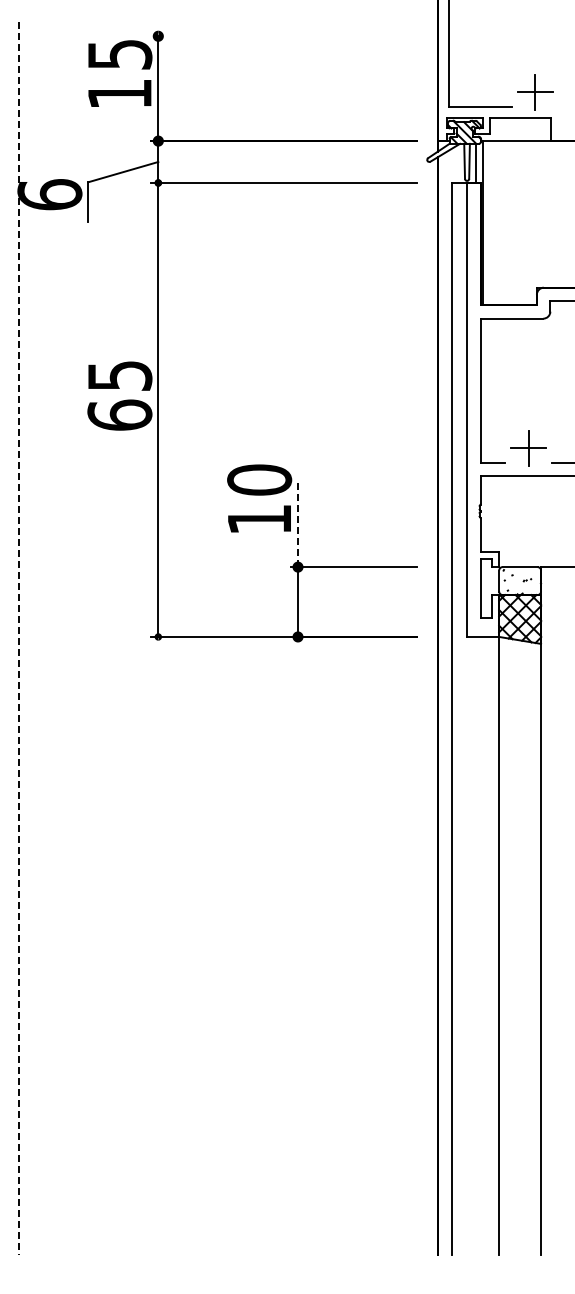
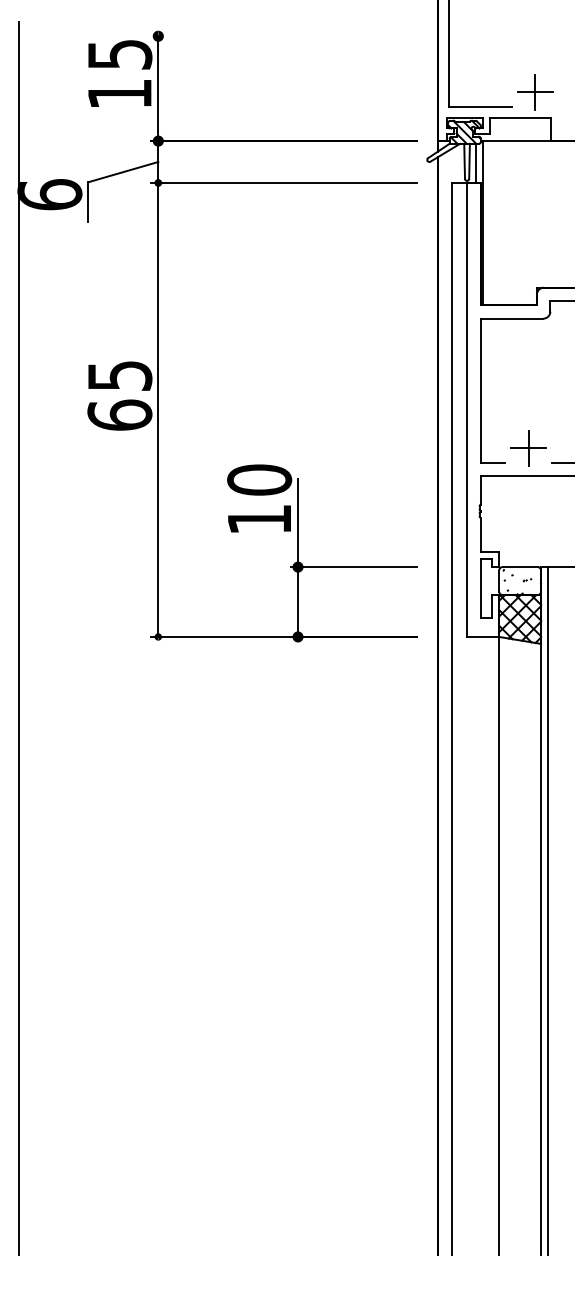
line at (298, 522): dashed -> solid
line at (18, 639): dashed -> solid
line at (548, 911): none -> present
